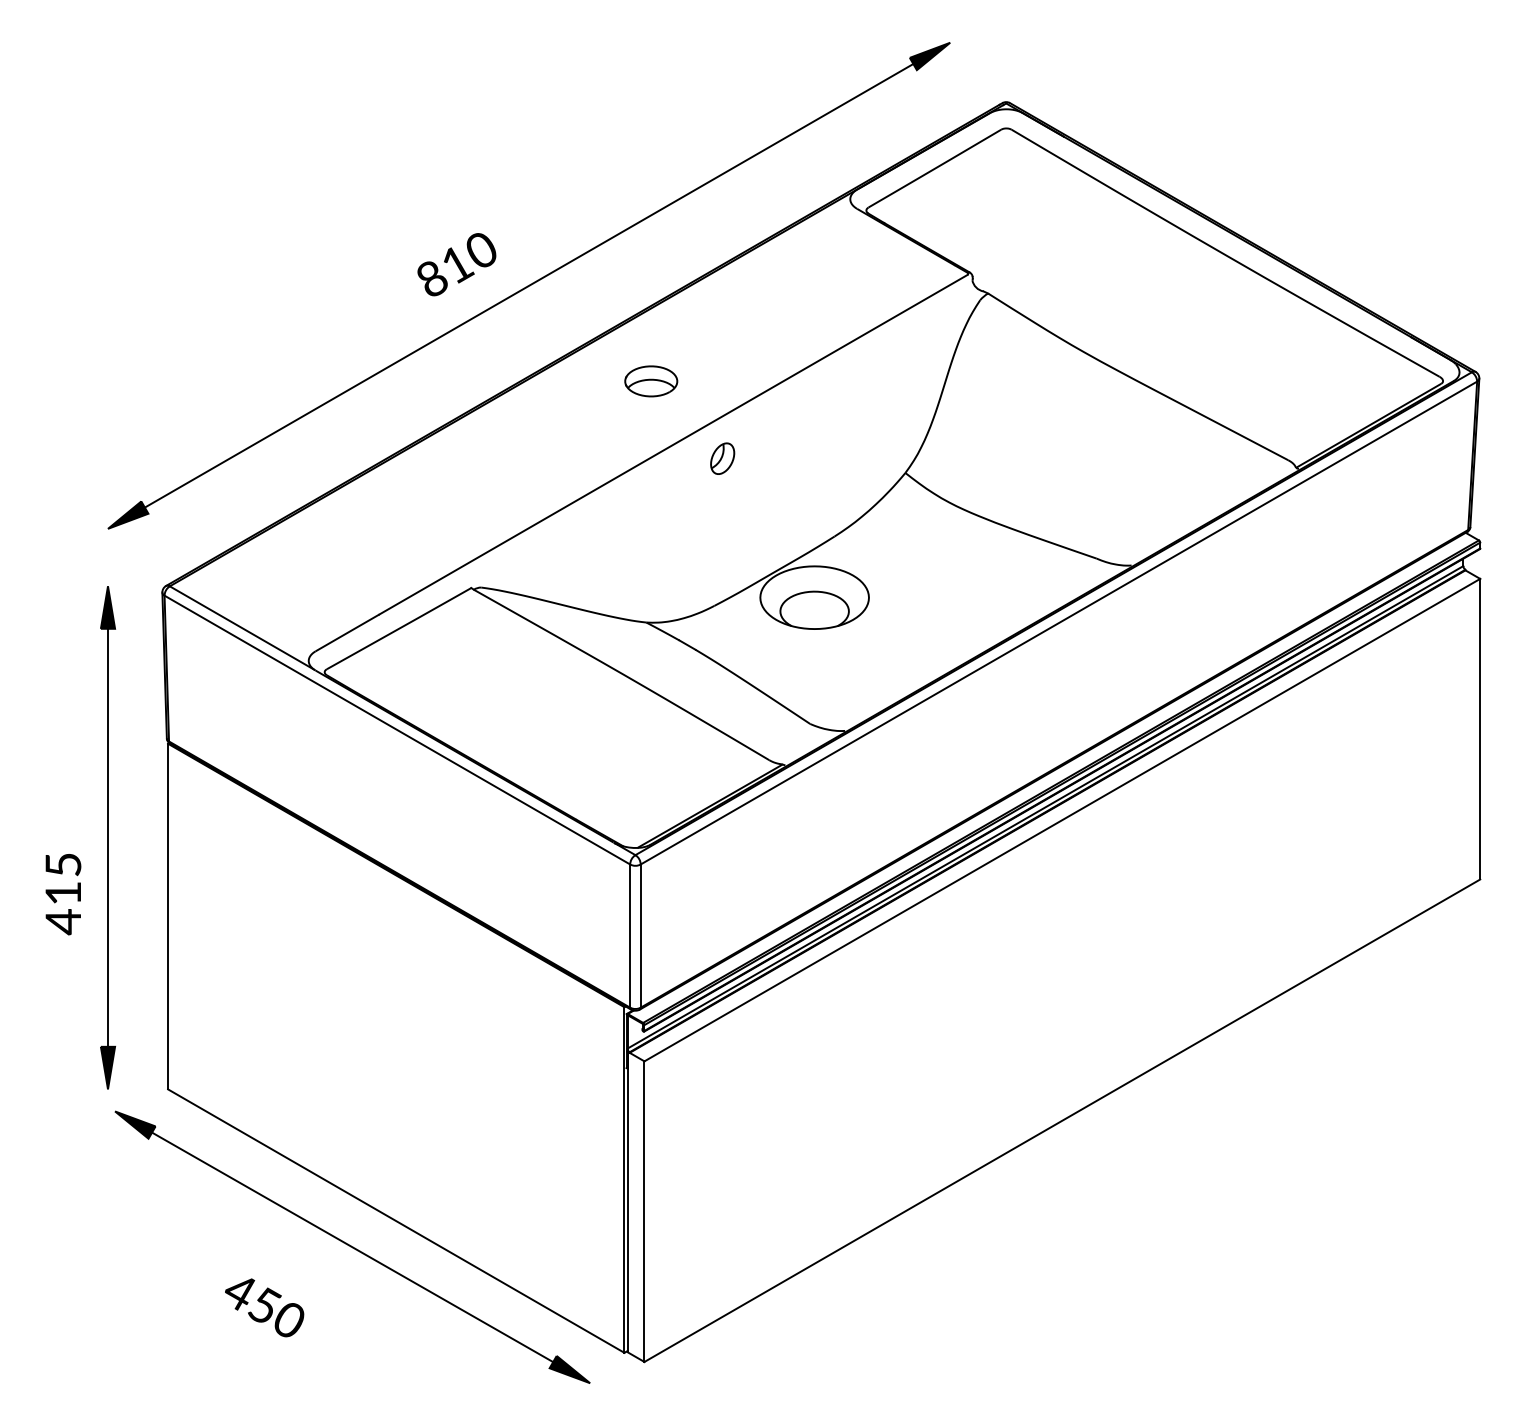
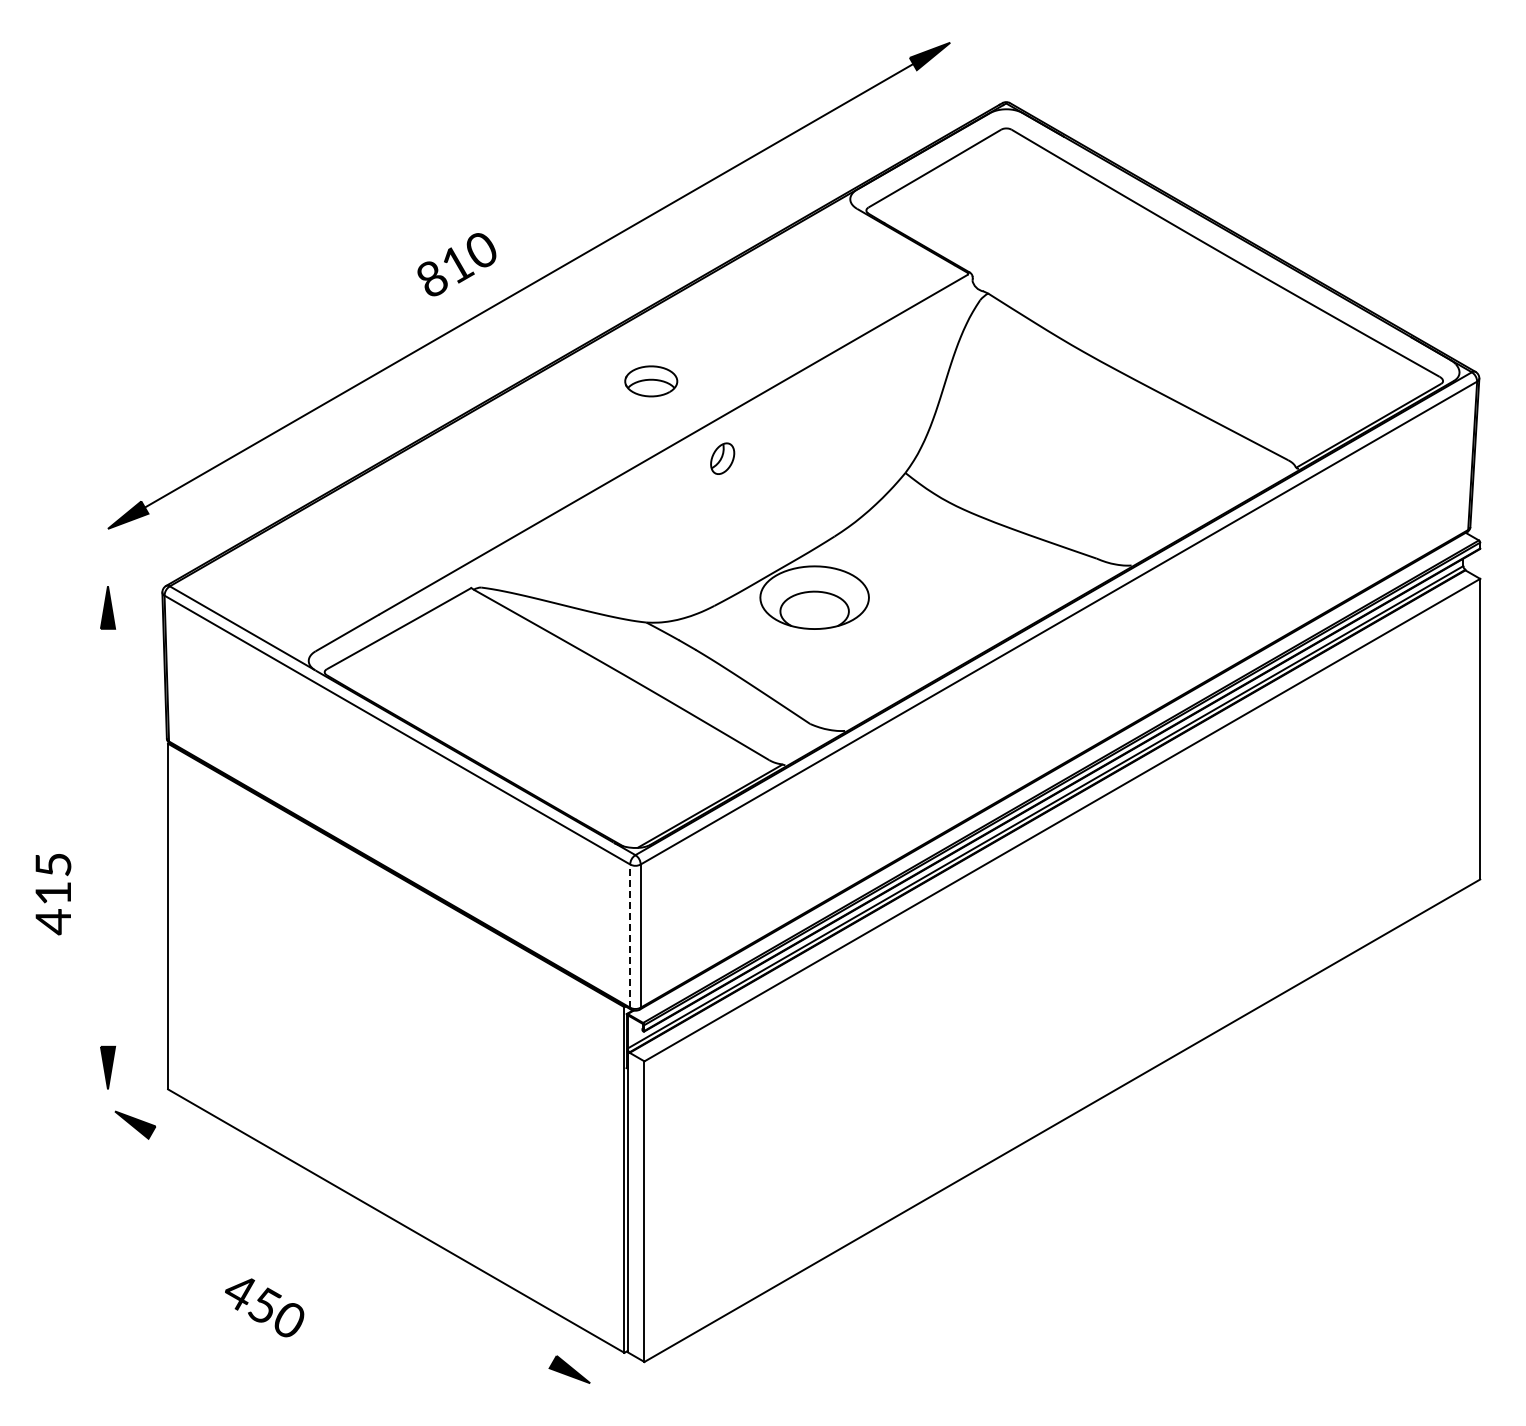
line at (108, 837): present -> none
text at (63, 894) position: (63, 894) -> (53, 894)
line at (630, 936): solid -> dashed
line at (352, 1247): present -> none
